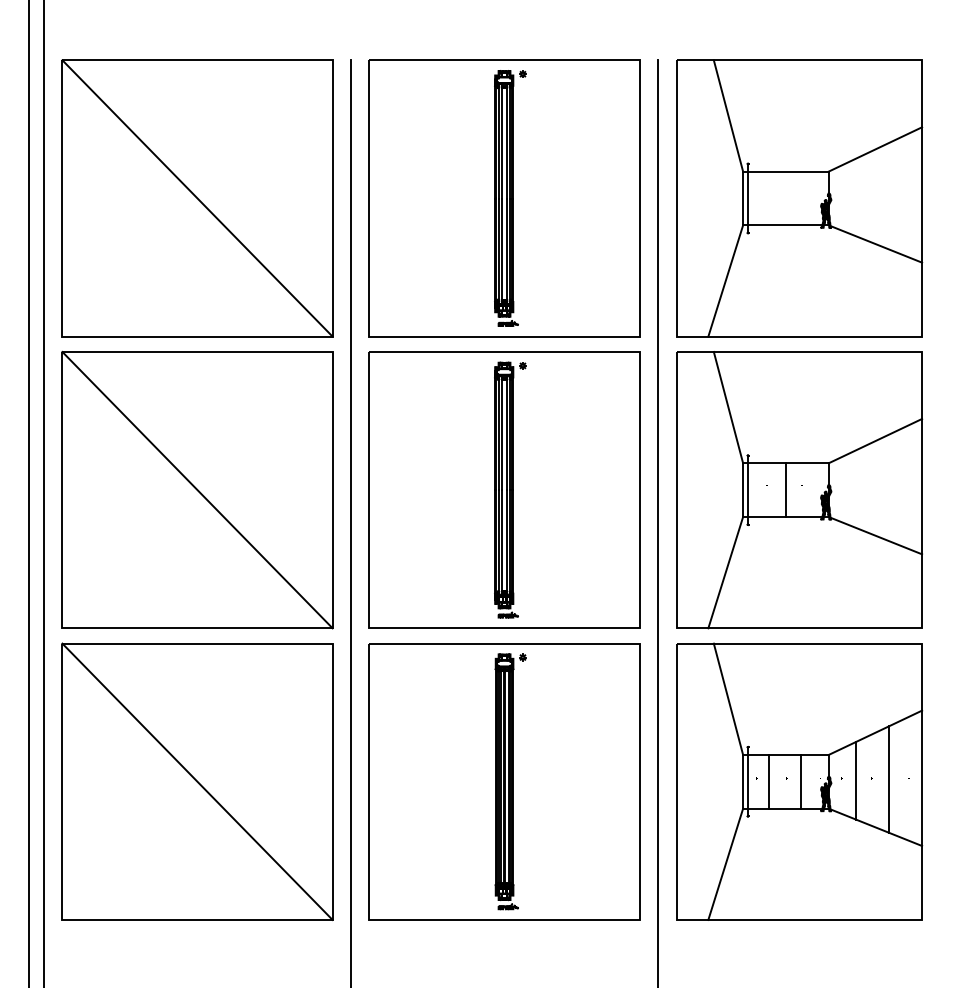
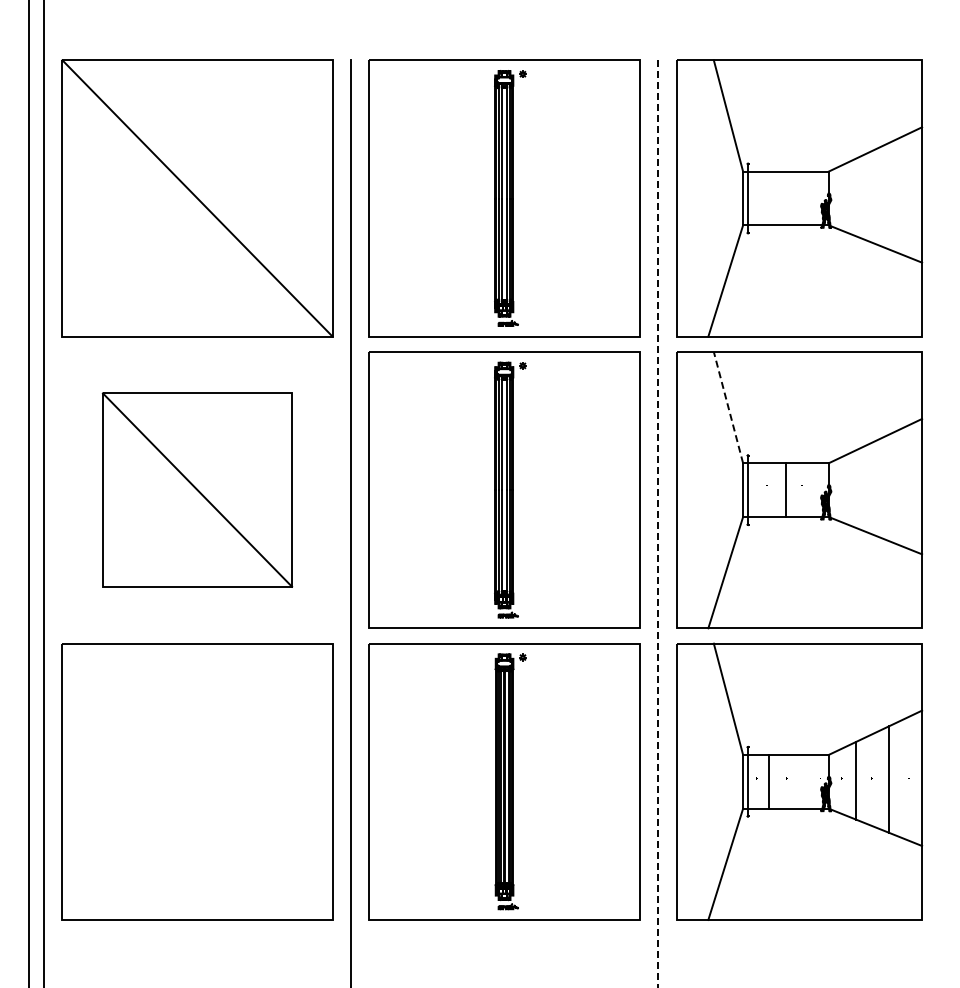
line at (728, 407): solid -> dashed
part at (197, 489) size: 273x280 px -> 193x196 px
line at (658, 524): solid -> dashed
line at (197, 781): present -> none
line at (801, 781): present -> none
